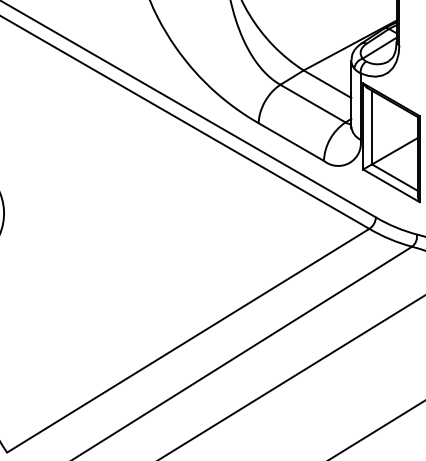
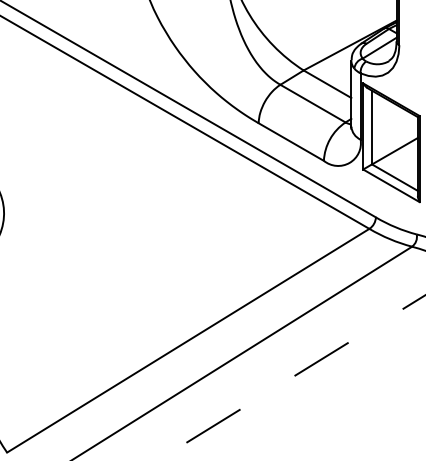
line at (291, 377): solid -> dashed
line at (377, 429): present -> none
